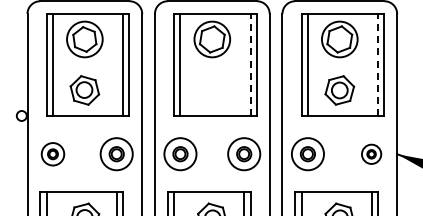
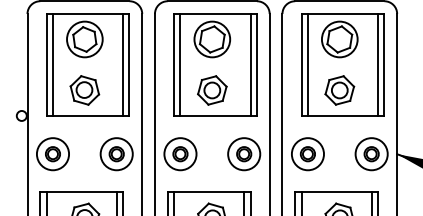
line at (250, 64): dashed -> solid
line at (378, 64): dashed -> solid
part at (212, 90): none -> present
part at (371, 153) size: 22x22 px -> 35x35 px
part at (52, 154) size: 26x25 px -> 34x35 px
